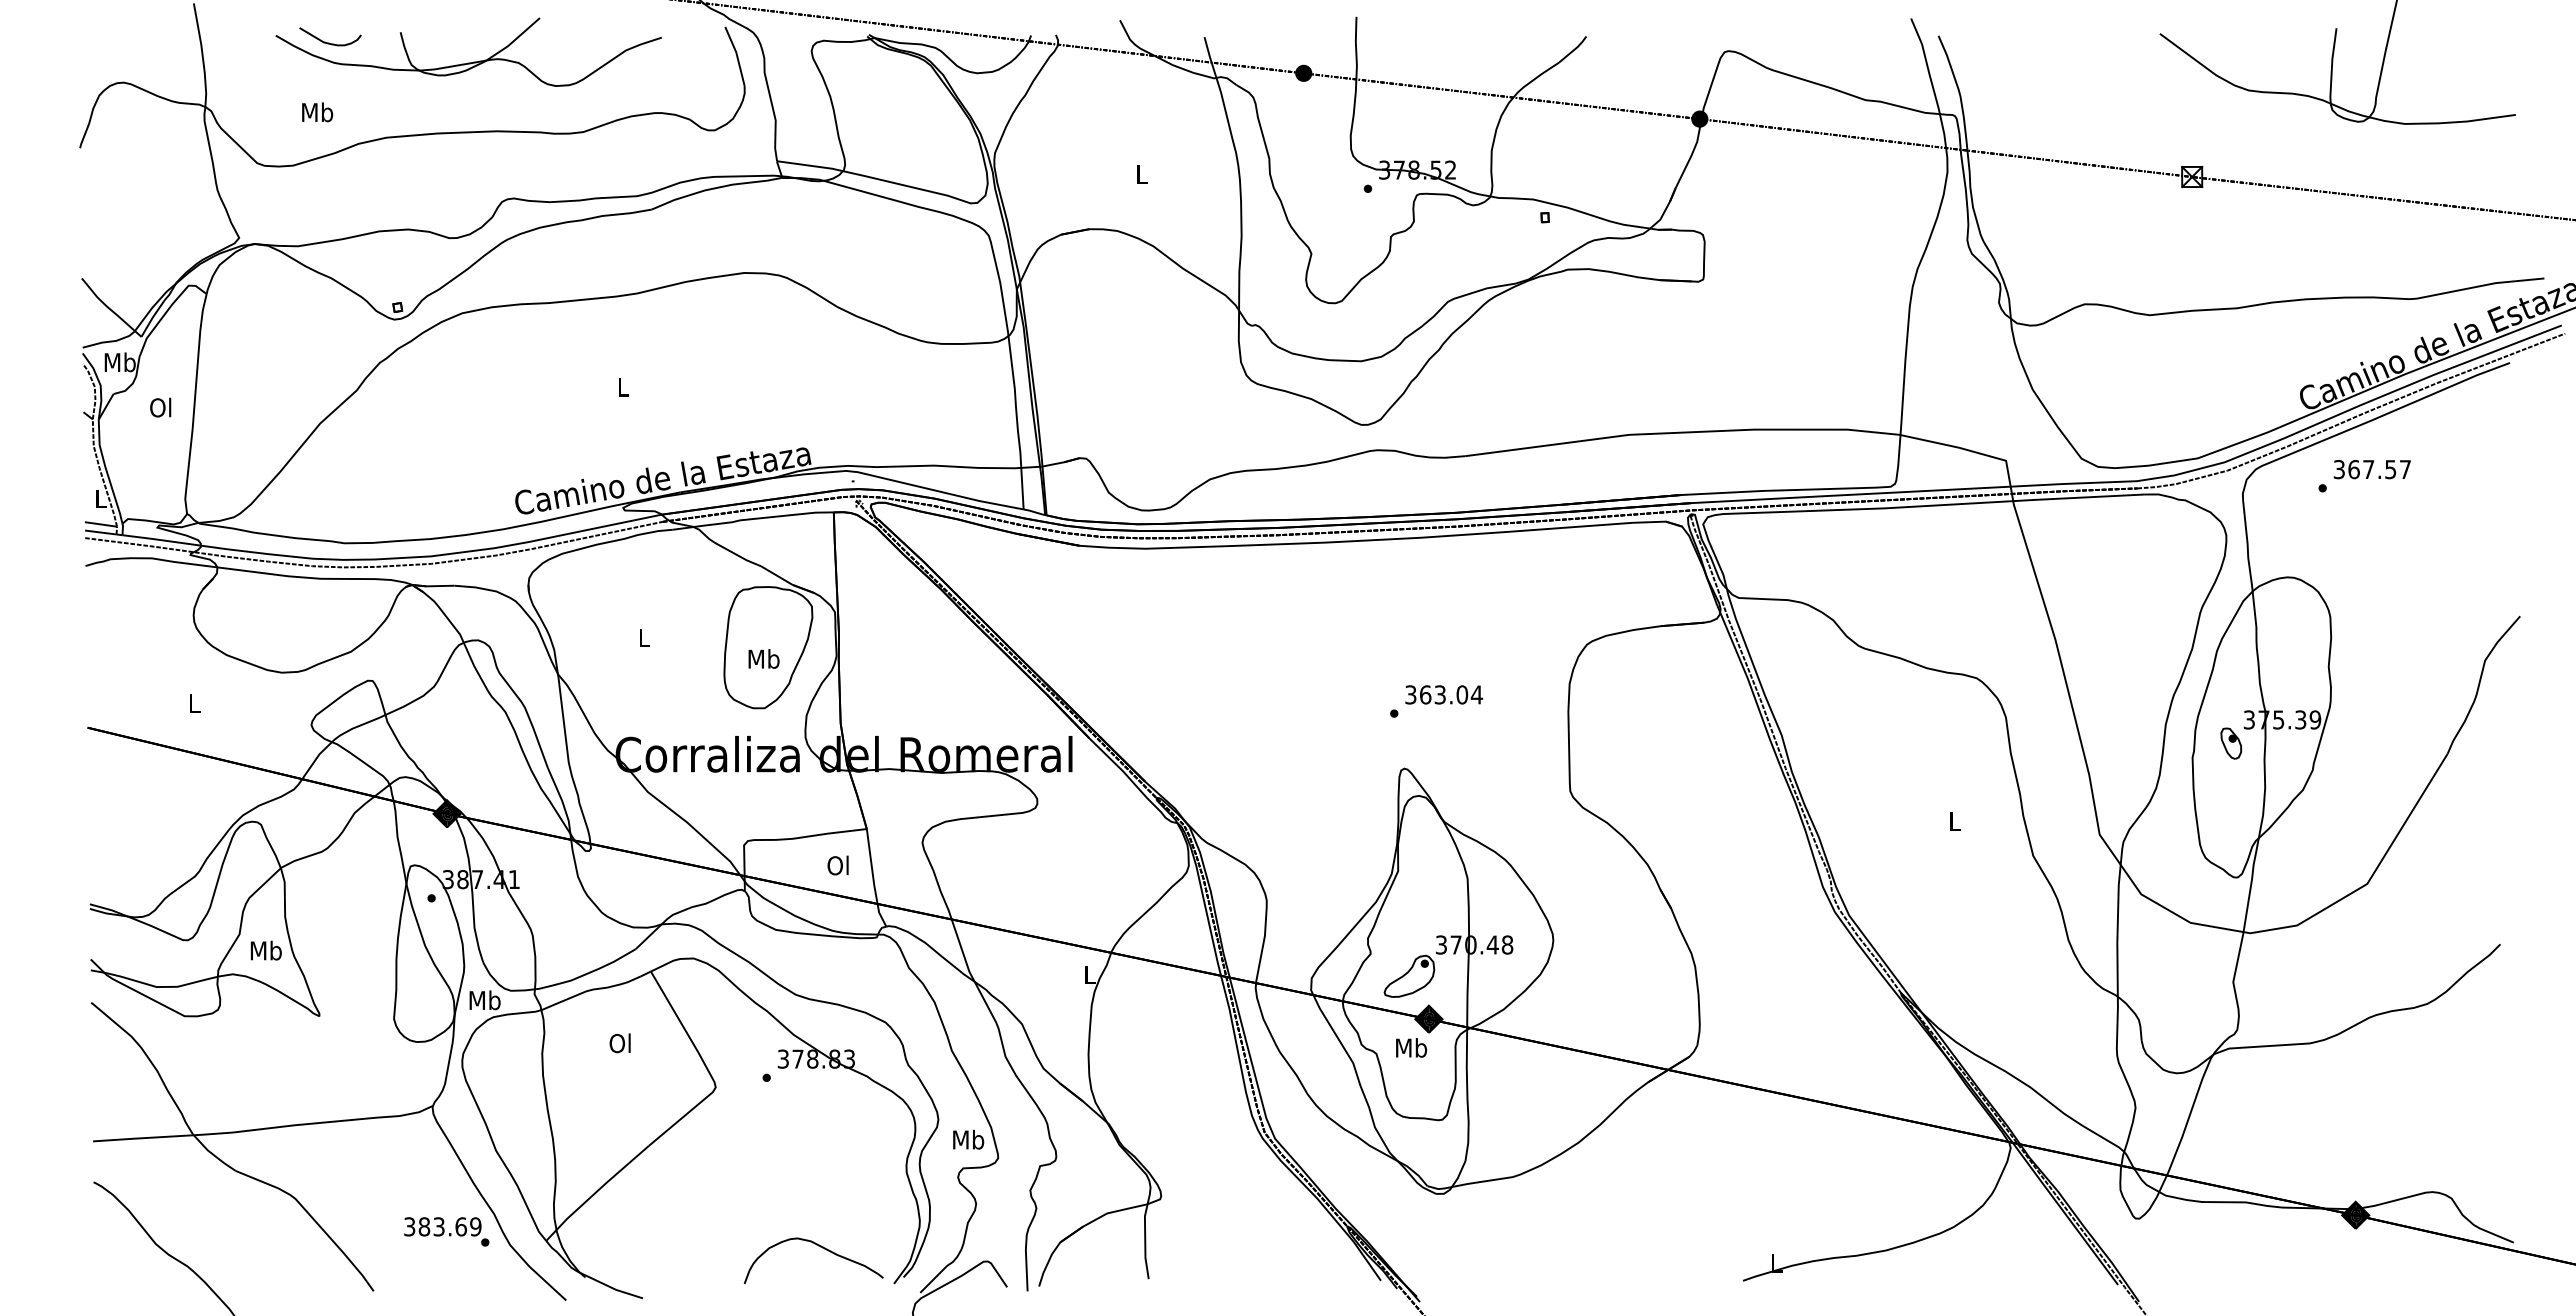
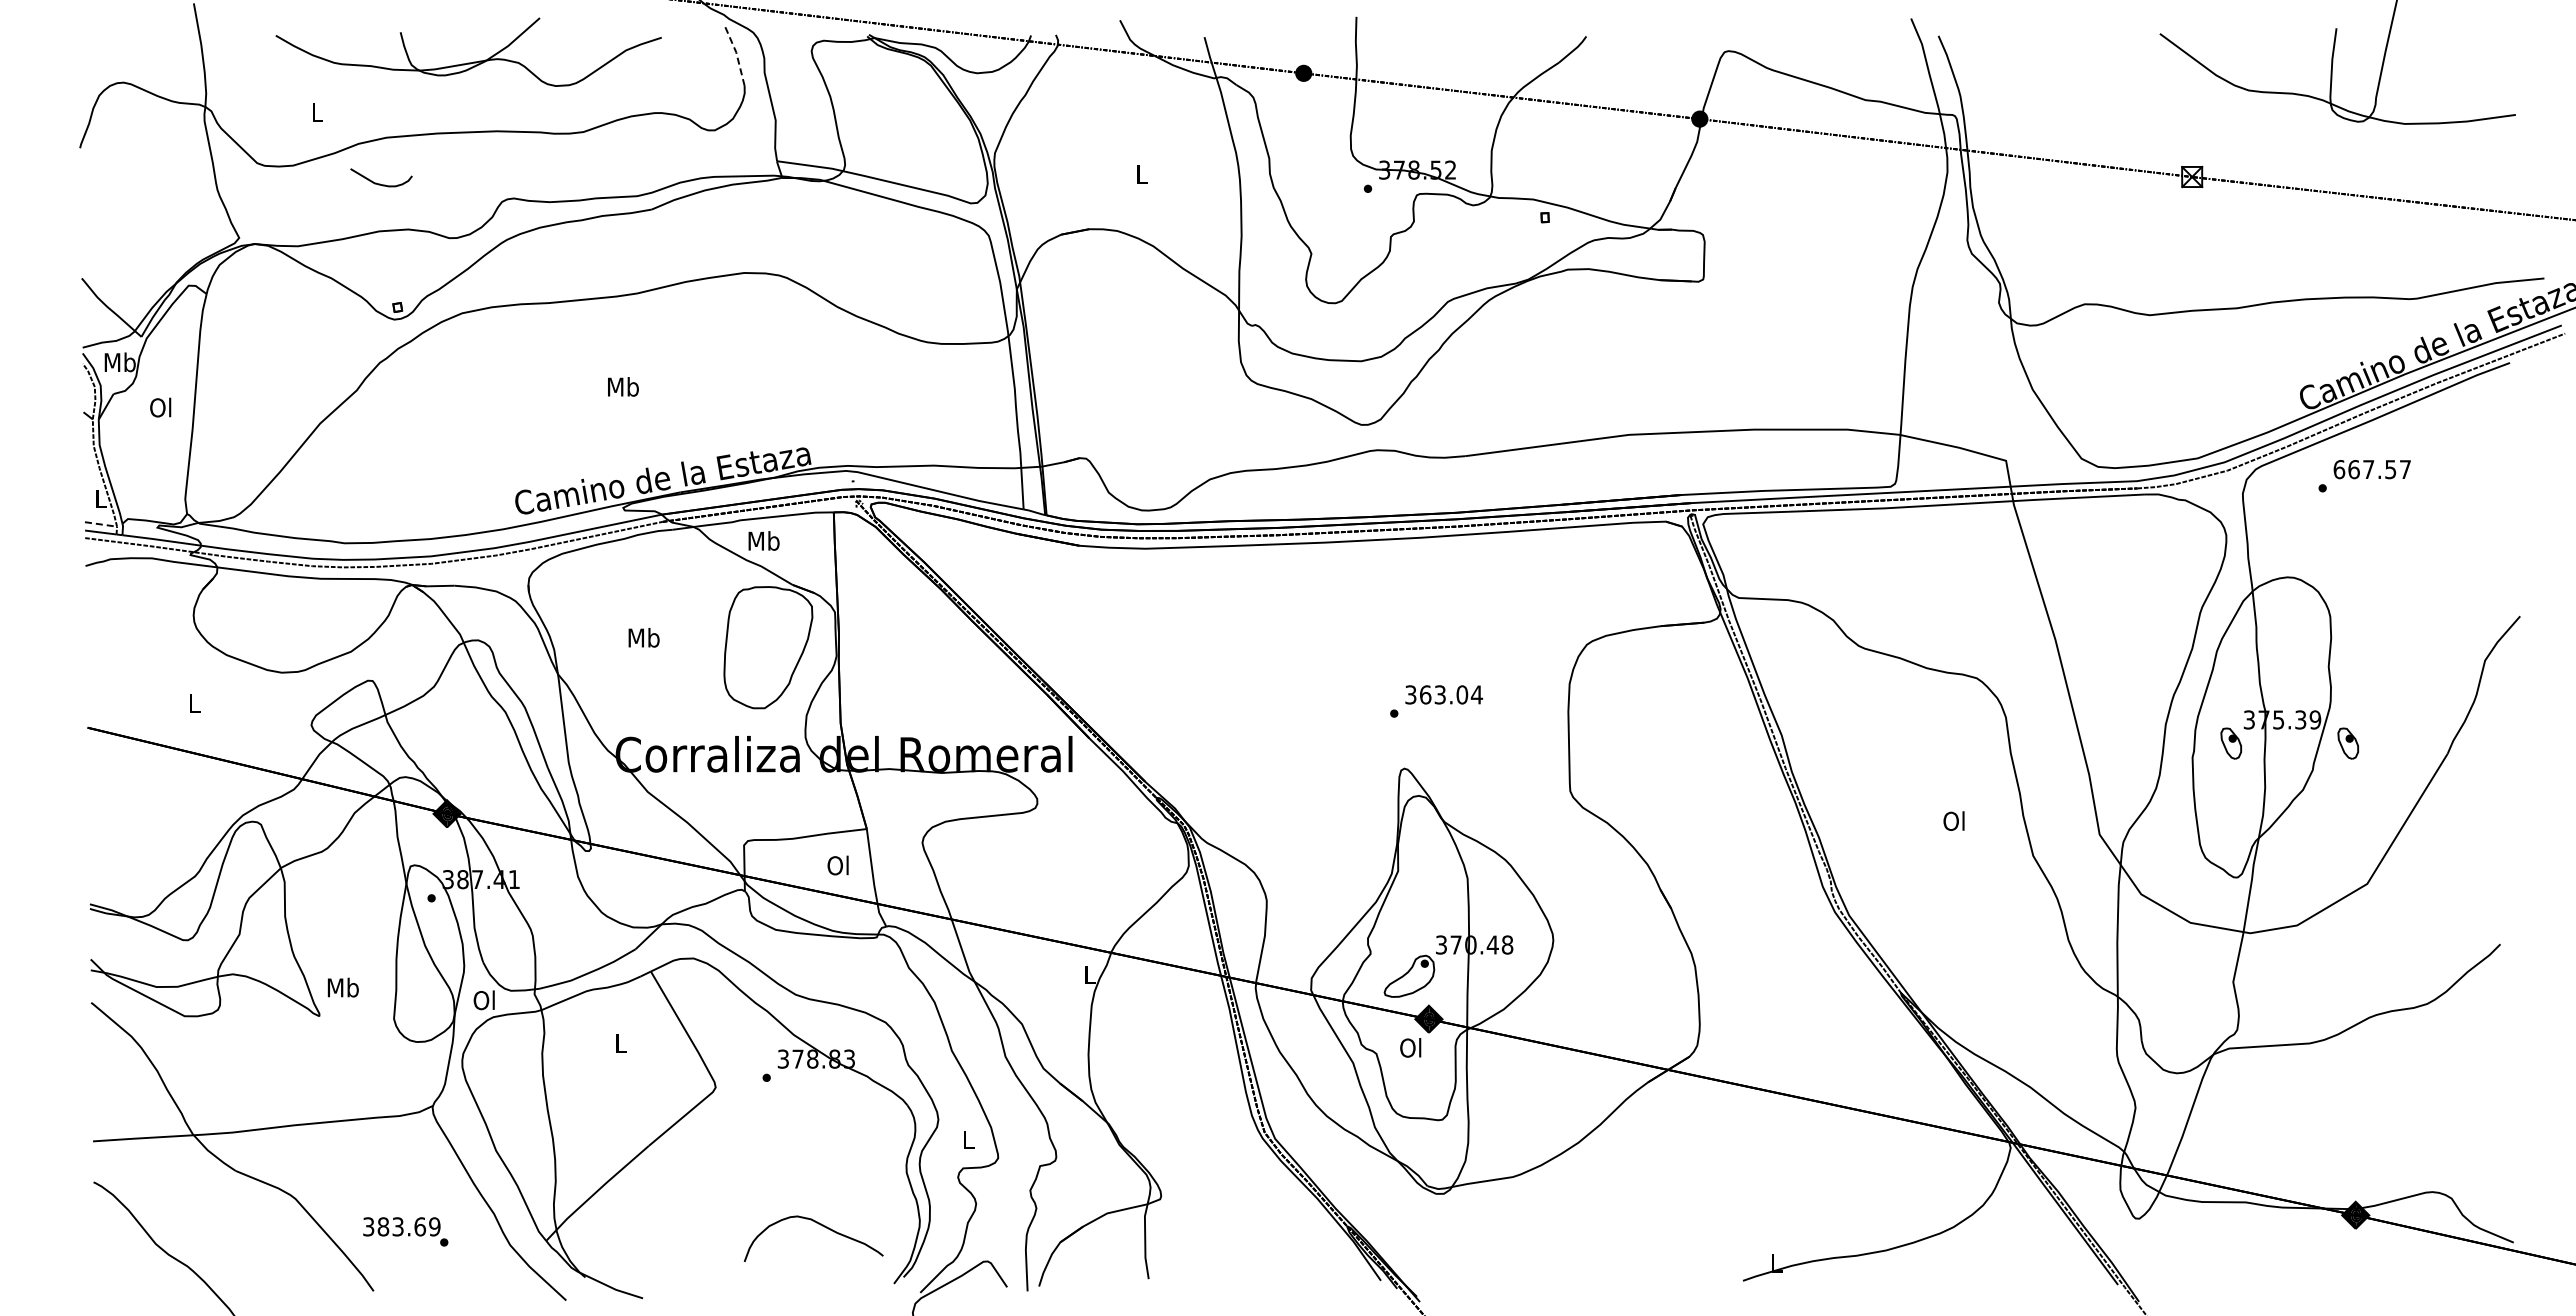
curve at (329, 42) position: (329, 42) -> (380, 183)
line at (736, 55): solid -> dashed
text at (317, 112): Mb -> L
text at (623, 386): L -> Mb
text at (2339, 469): 367.57 -> 667.57
line at (101, 524): solid -> dashed
text at (643, 637): L -> Mb
text at (763, 658) position: (763, 658) -> (763, 540)
part at (2348, 743): none -> present
text at (1953, 820): L -> Ol
text at (265, 950) position: (265, 950) -> (342, 987)
text at (484, 1000): Mb -> Ol
text at (619, 1043): Ol -> L
text at (1411, 1047): Mb -> Ol
text at (968, 1139): Mb -> L
text at (446, 1231) position: (446, 1231) -> (405, 1231)
curve at (820, 1247) position: (820, 1247) -> (820, 1225)
